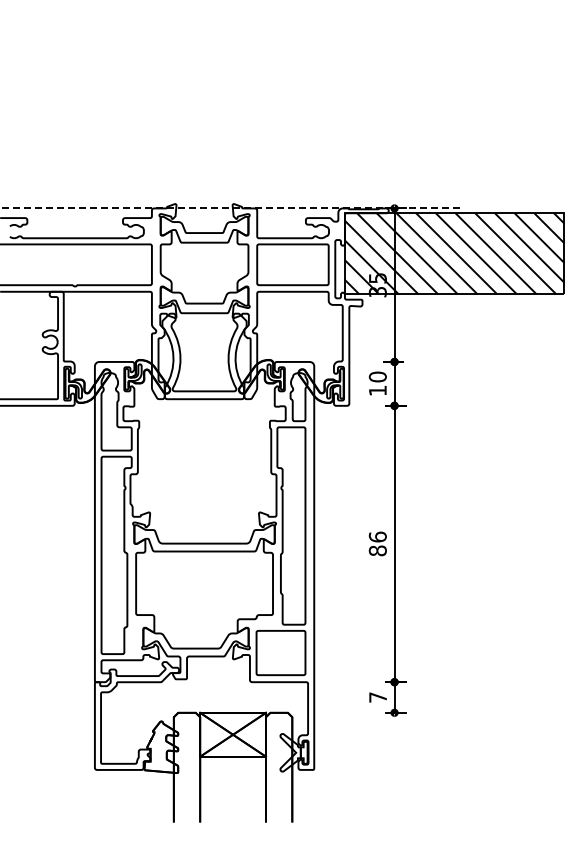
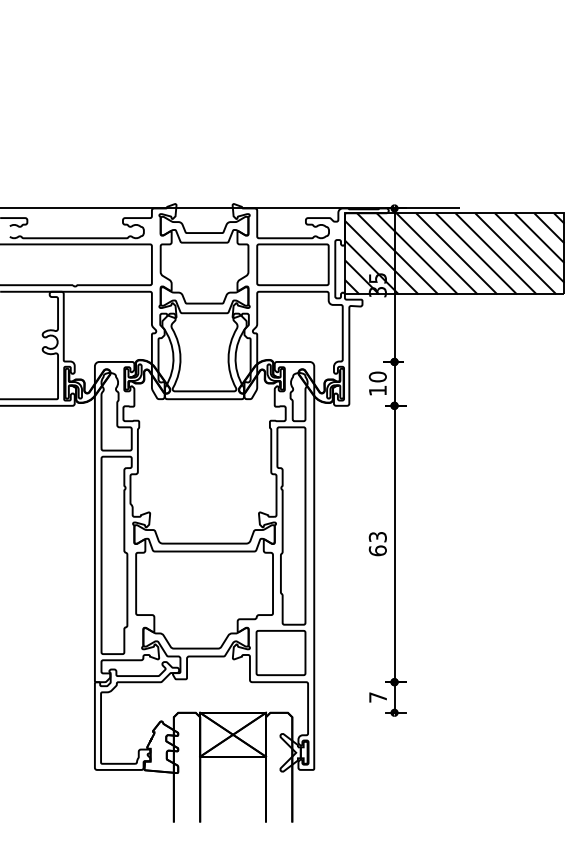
line at (229, 208): dashed -> solid
text at (377, 543): 86 -> 63
